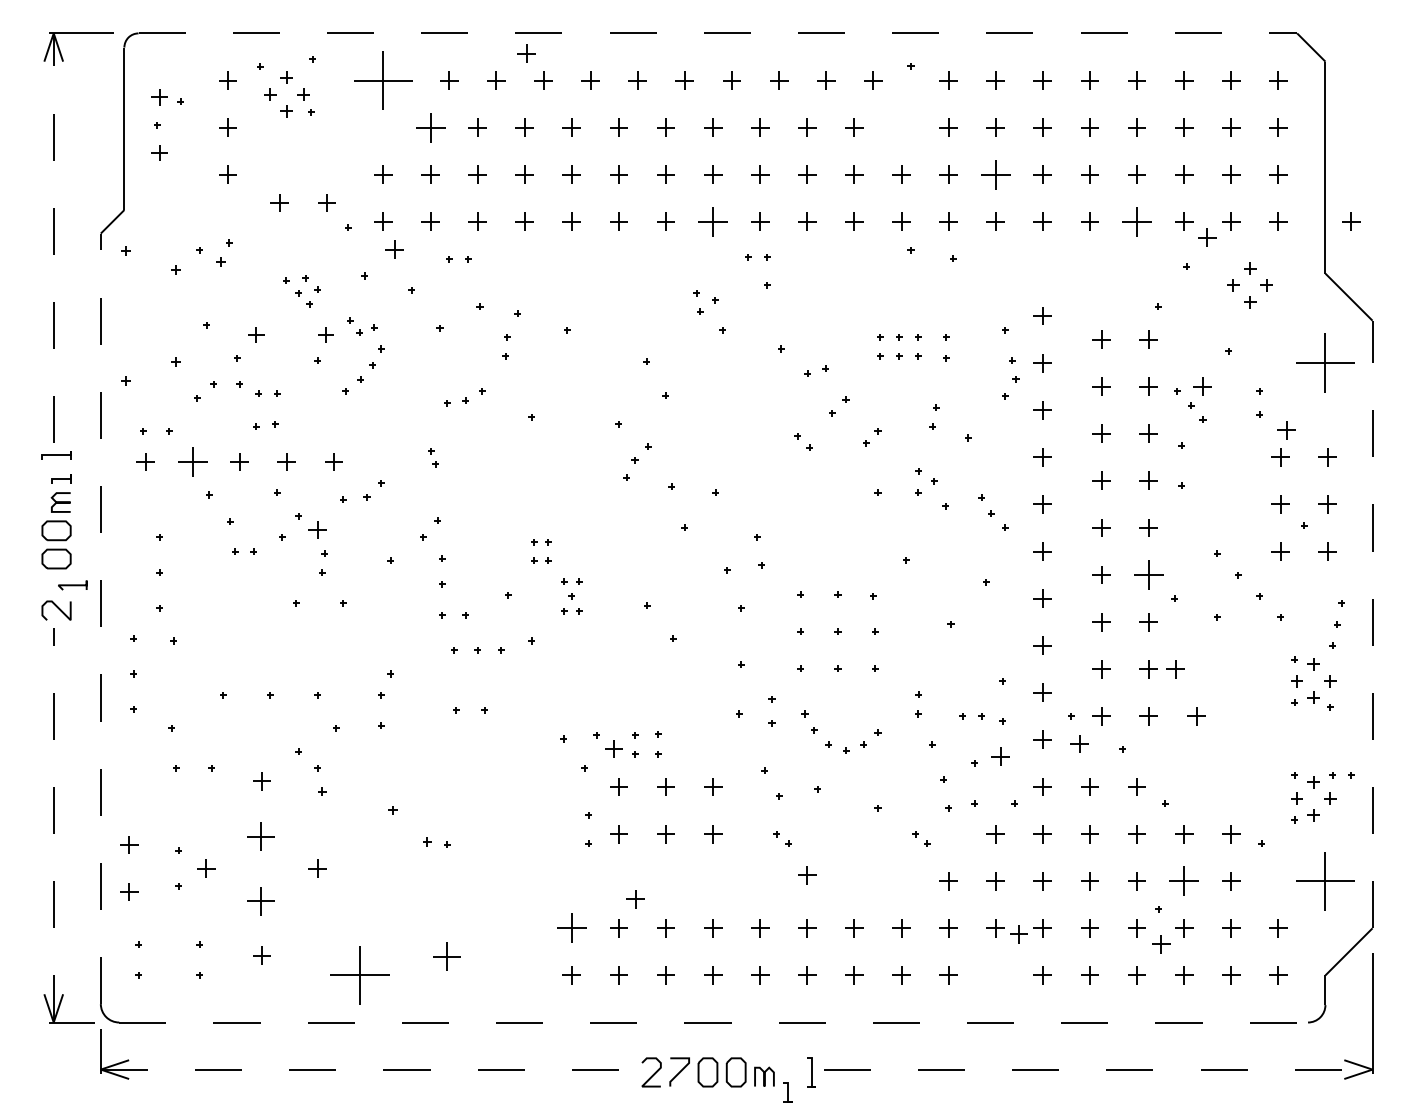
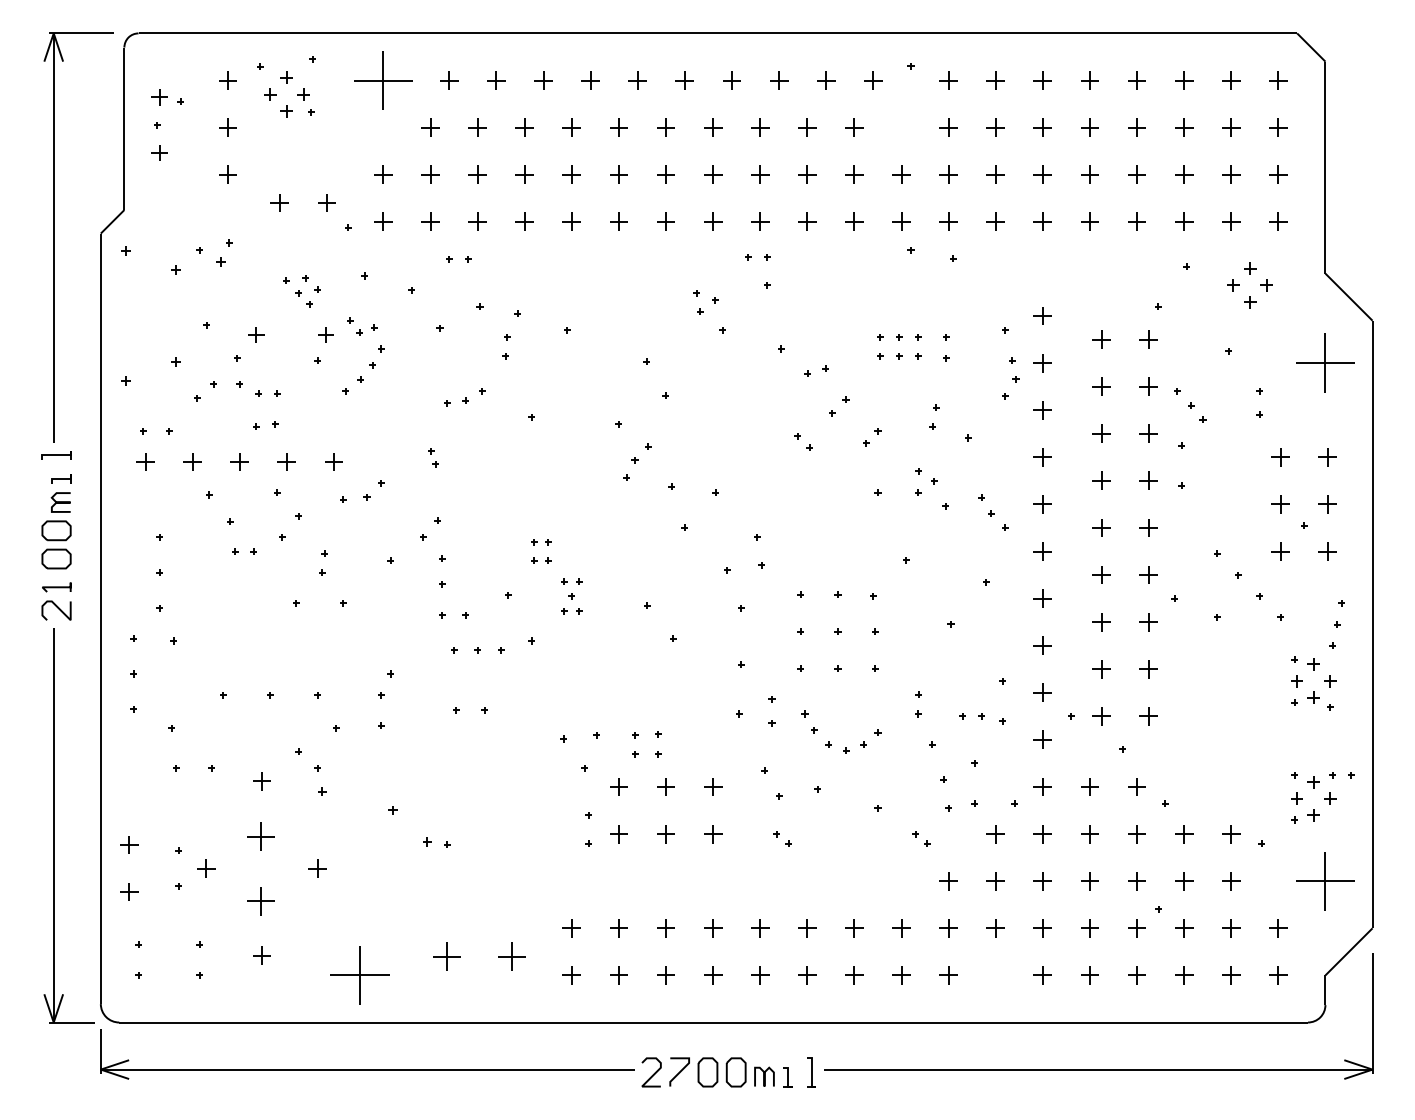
line at (718, 33): dashed -> solid
part at (526, 53): present -> none
part at (430, 127) size: 30x30 px -> 19x19 px
part at (995, 174) size: 30x30 px -> 19x19 px
part at (712, 221) size: 30x30 px -> 19x19 px
part at (1136, 221) size: 30x30 px -> 18x19 px
part at (1351, 221): present -> none
part at (1207, 237): present -> none
line at (53, 238): dashed -> solid
part at (394, 249): present -> none
part at (1202, 386): present -> none
part at (1286, 430): present -> none
part at (192, 461) size: 30x30 px -> 19x18 px
part at (317, 529): present -> none
part at (1148, 574) size: 30x30 px -> 19x18 px
line at (72, 585) position: (72, 585) -> (56, 587)
line at (100, 618): dashed -> solid
line at (1372, 624): dashed -> solid
part at (1175, 669): present -> none
part at (1196, 716): present -> none
part at (1079, 743): present -> none
part at (613, 748): present -> none
part at (1000, 756): present -> none
line at (53, 824): dashed -> solid
part at (807, 875): present -> none
part at (1183, 880) size: 30x30 px -> 19x19 px
part at (635, 899): present -> none
part at (571, 927) size: 30x30 px -> 19x19 px
part at (1018, 934): present -> none
part at (1161, 944): present -> none
part at (511, 956): none -> present
line at (714, 1022): dashed -> solid
line at (367, 1069): dashed -> solid
line at (1098, 1069): dashed -> solid
line at (787, 1092) position: (787, 1092) -> (787, 1077)
